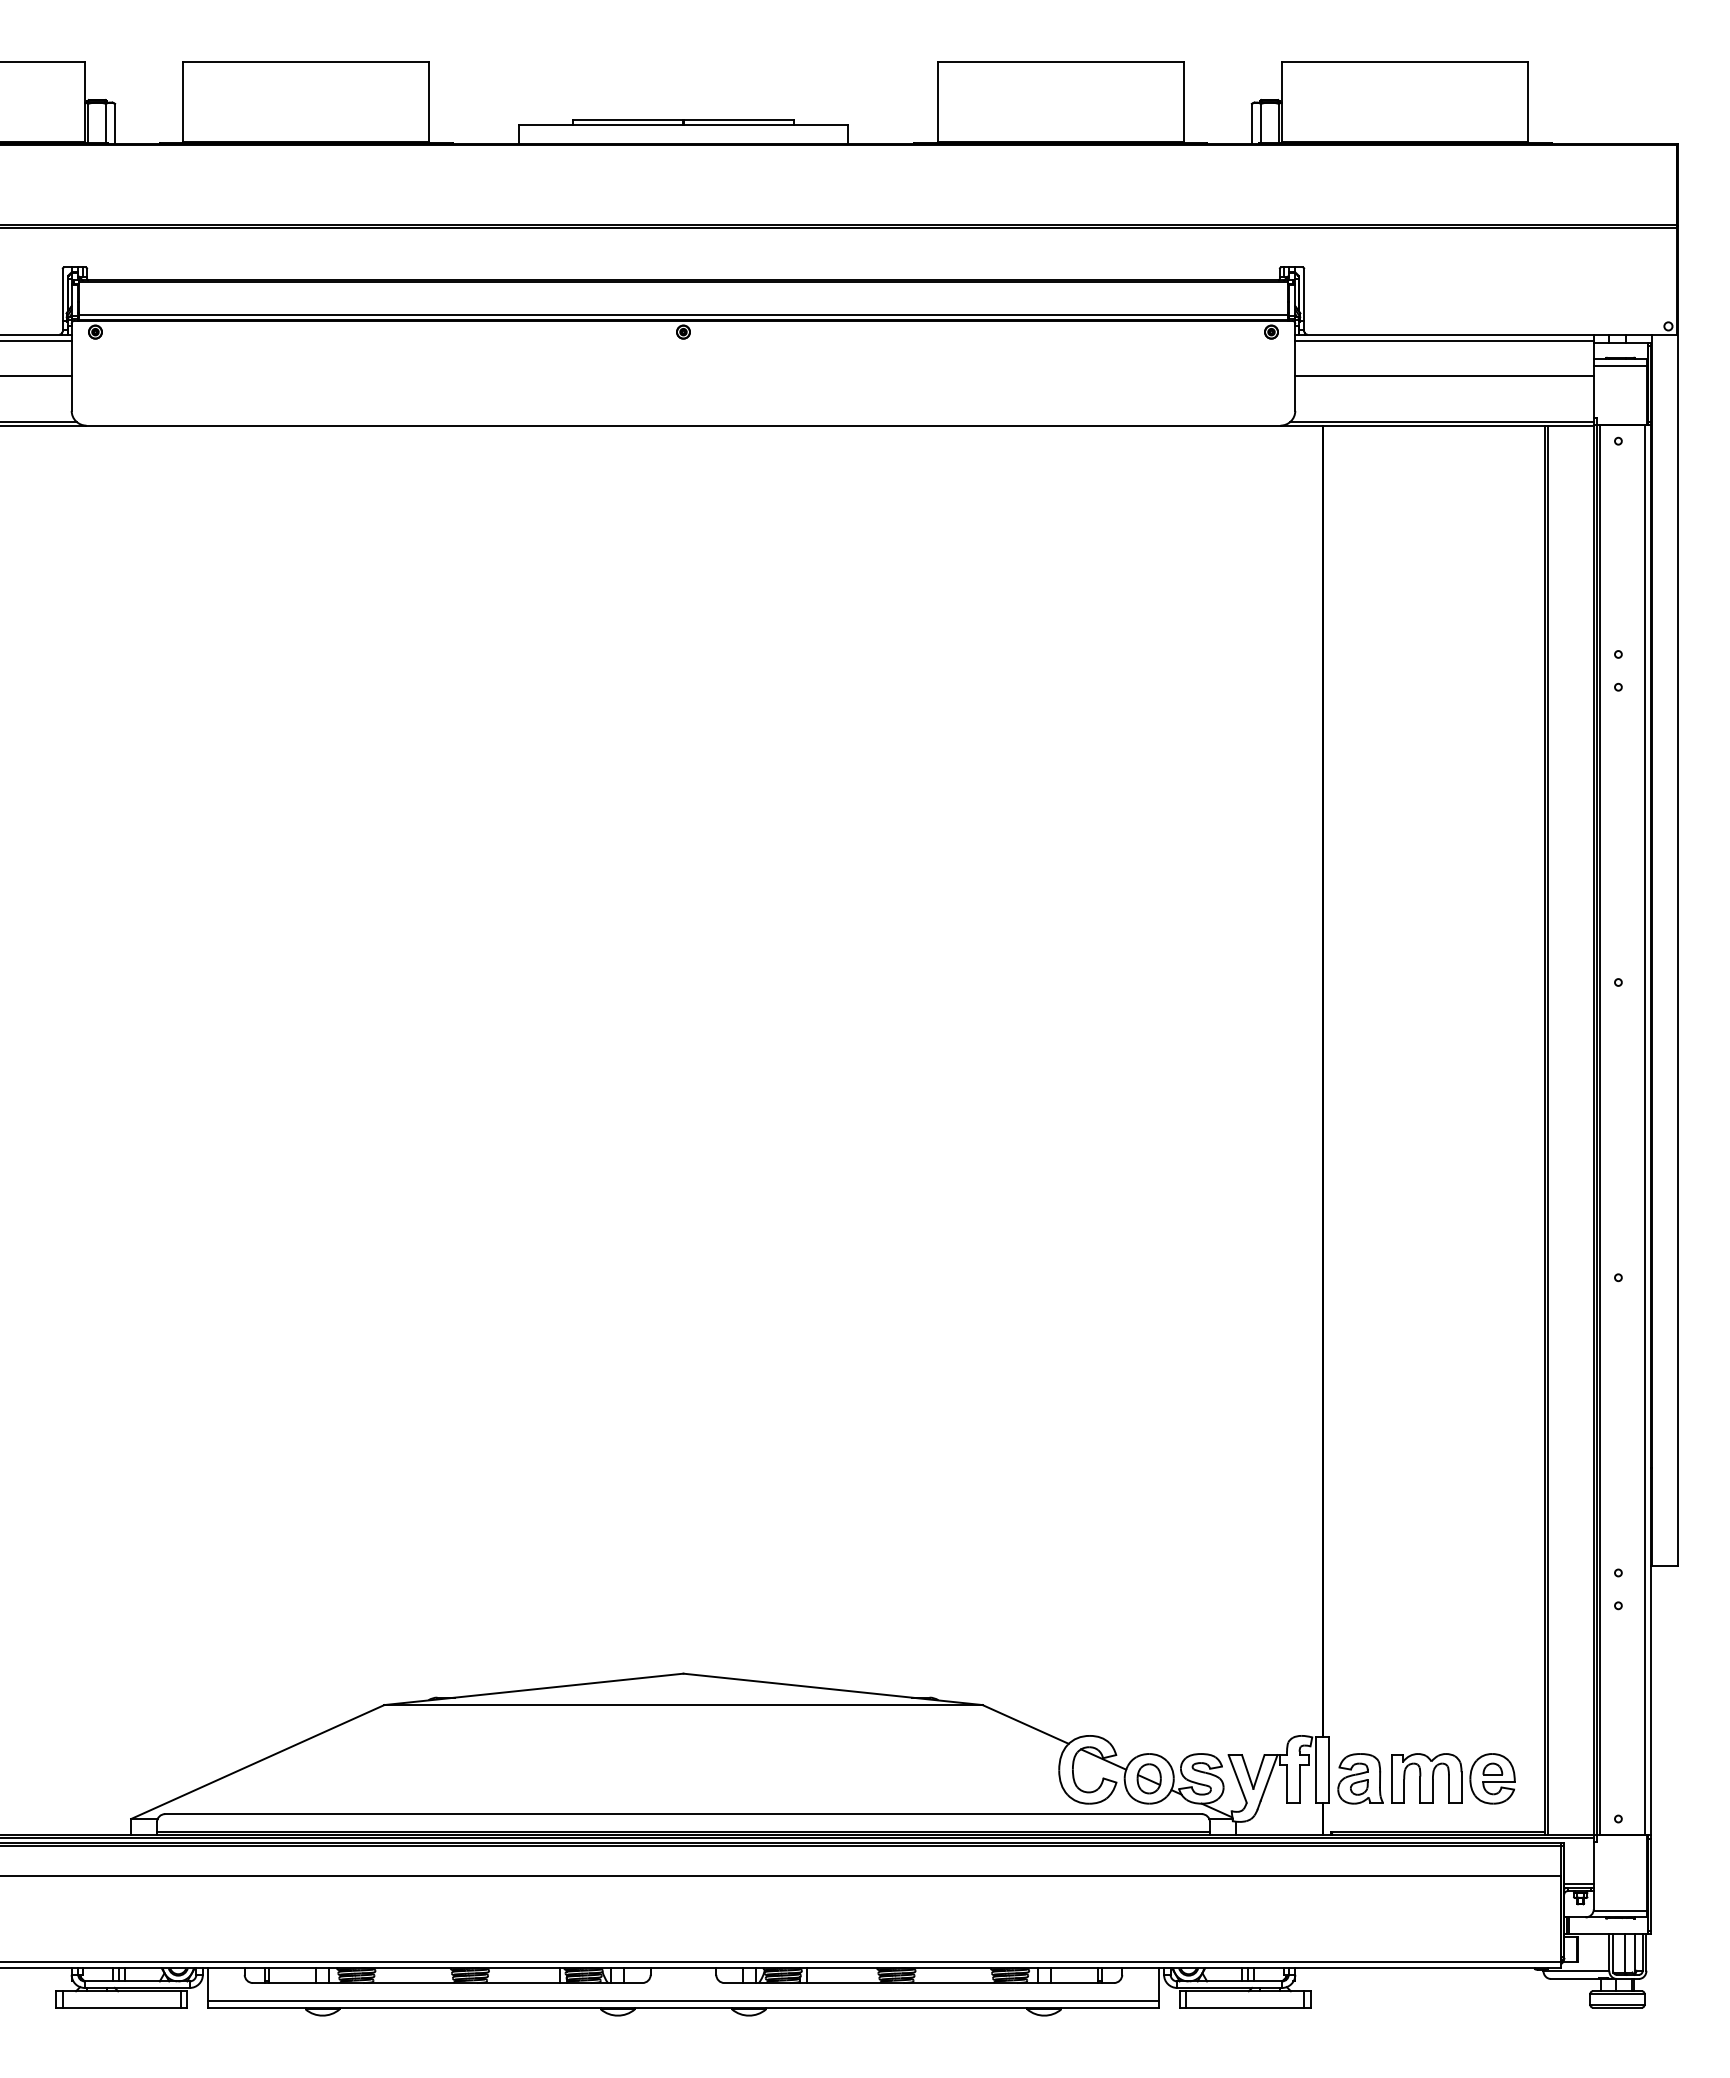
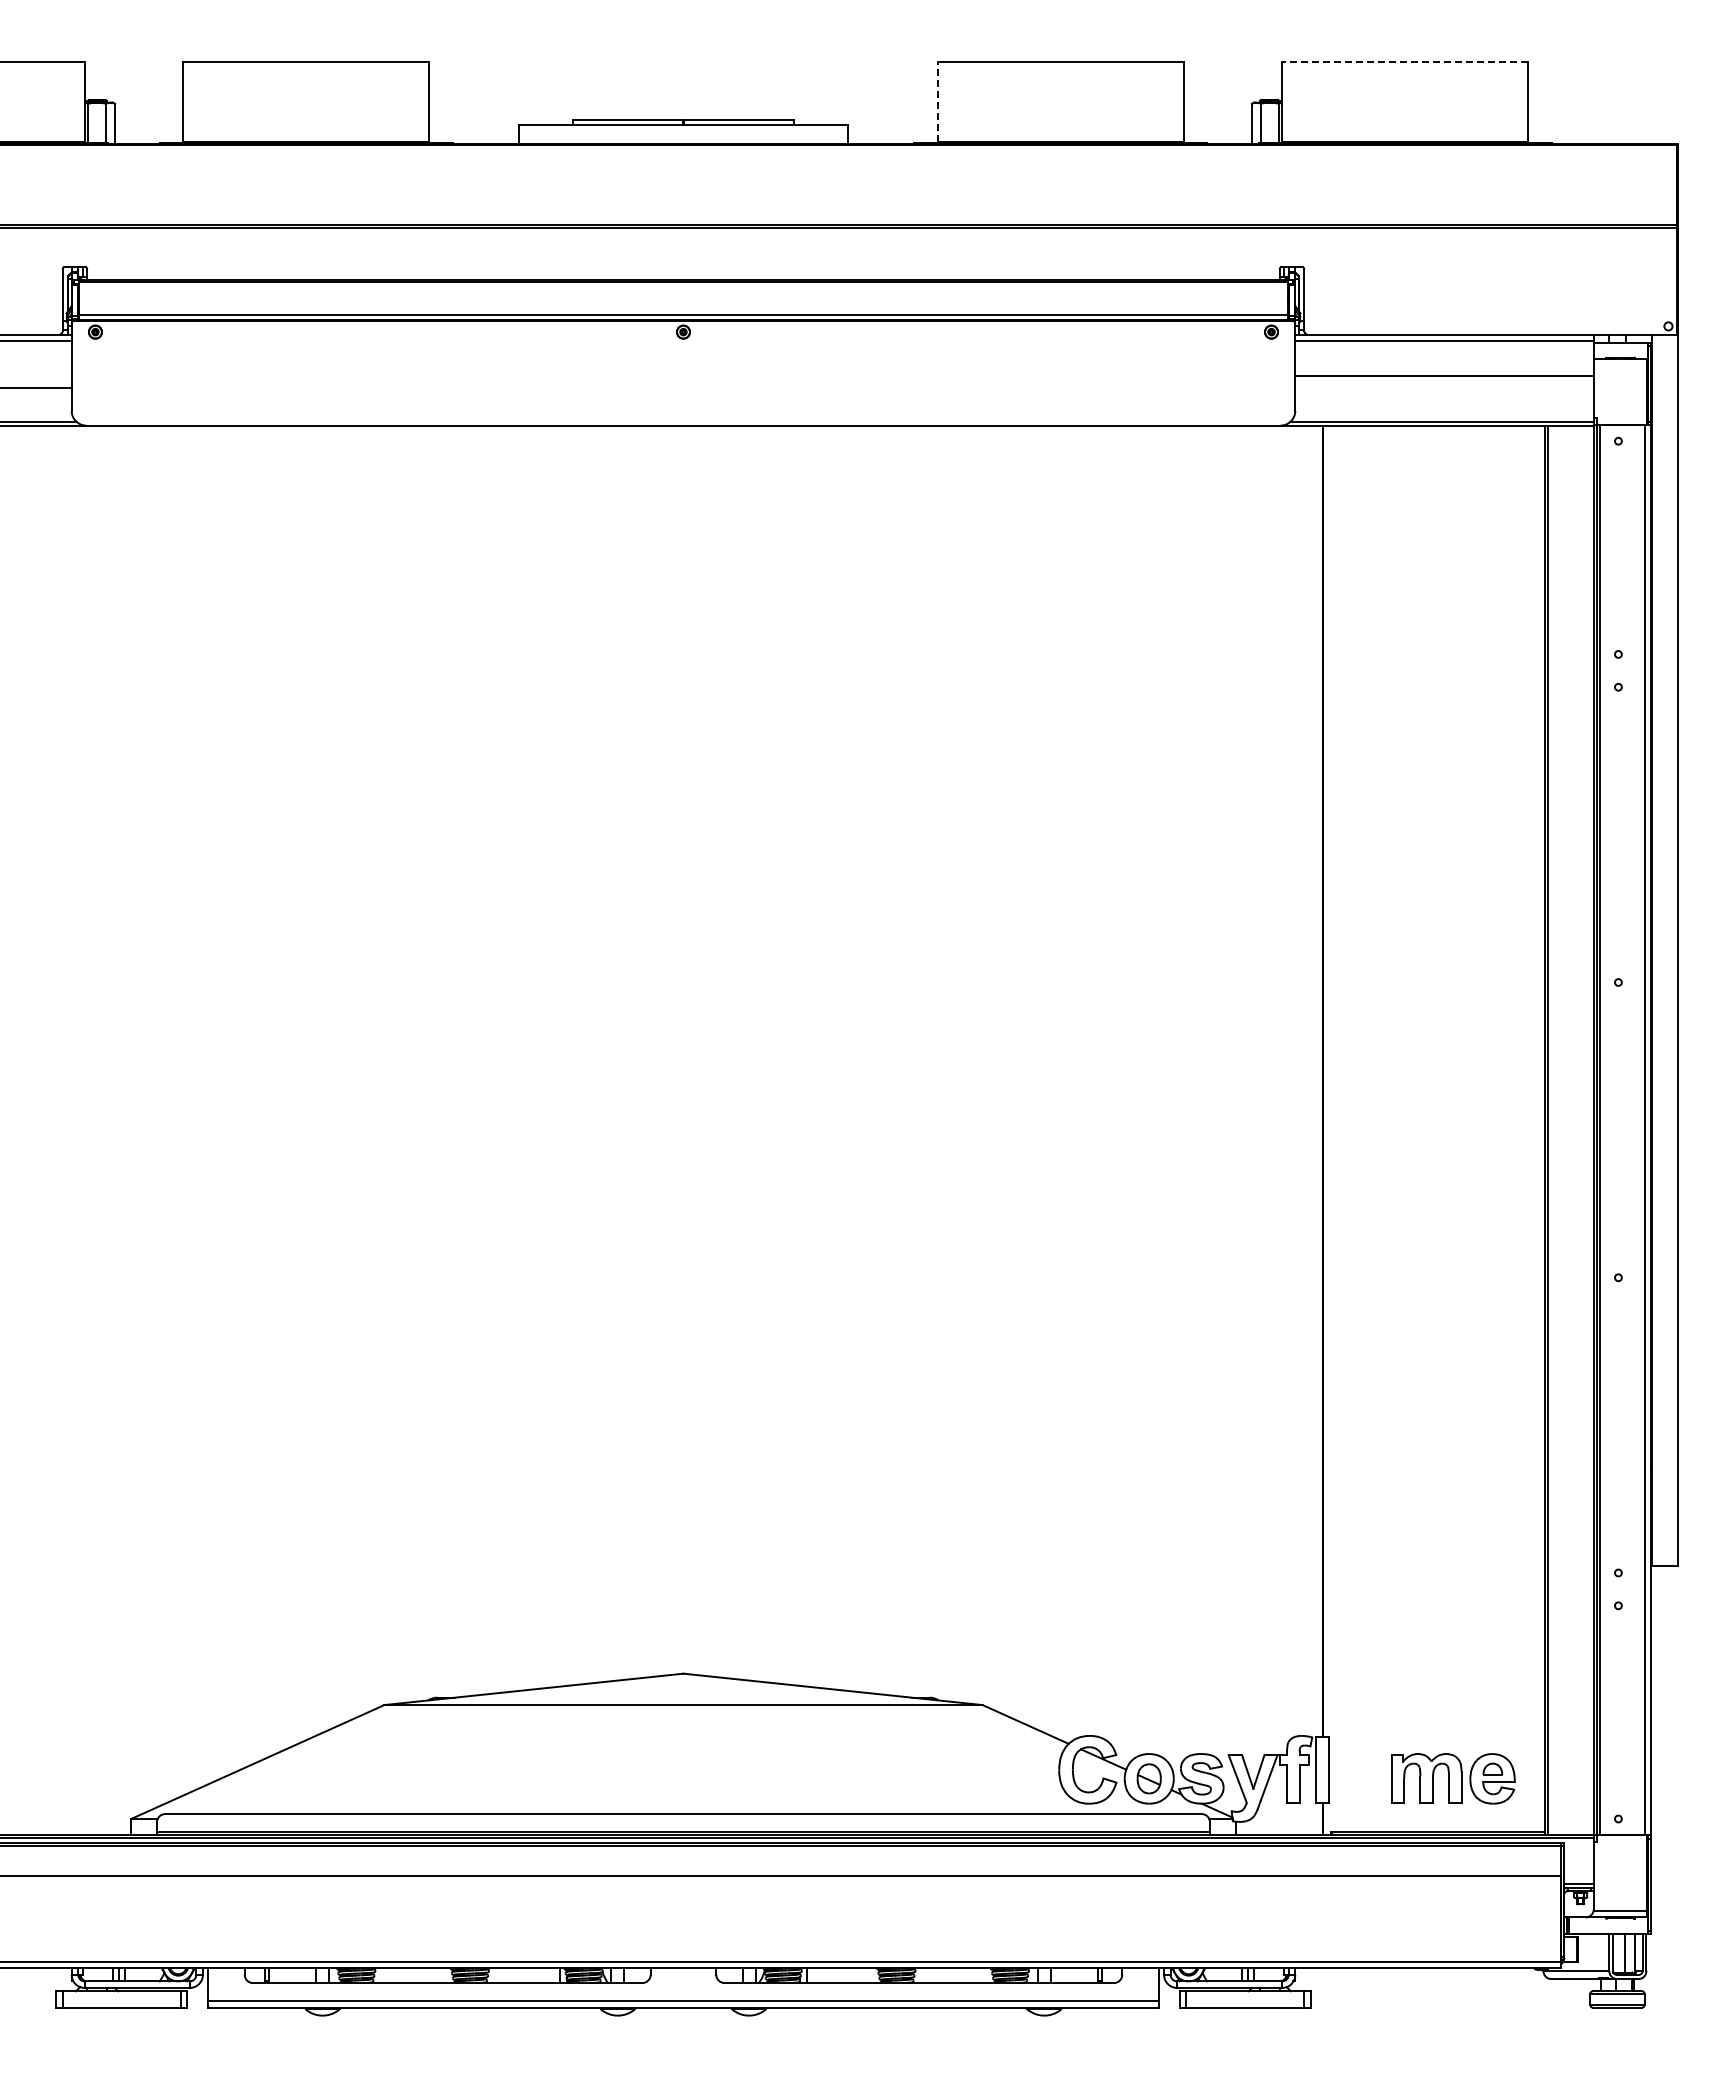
line at (1404, 62): solid -> dashed
line at (937, 101): solid -> dashed
line at (1620, 365): present -> none
line at (36, 376) position: (36, 376) -> (36, 388)
part at (1360, 1778): present -> none
